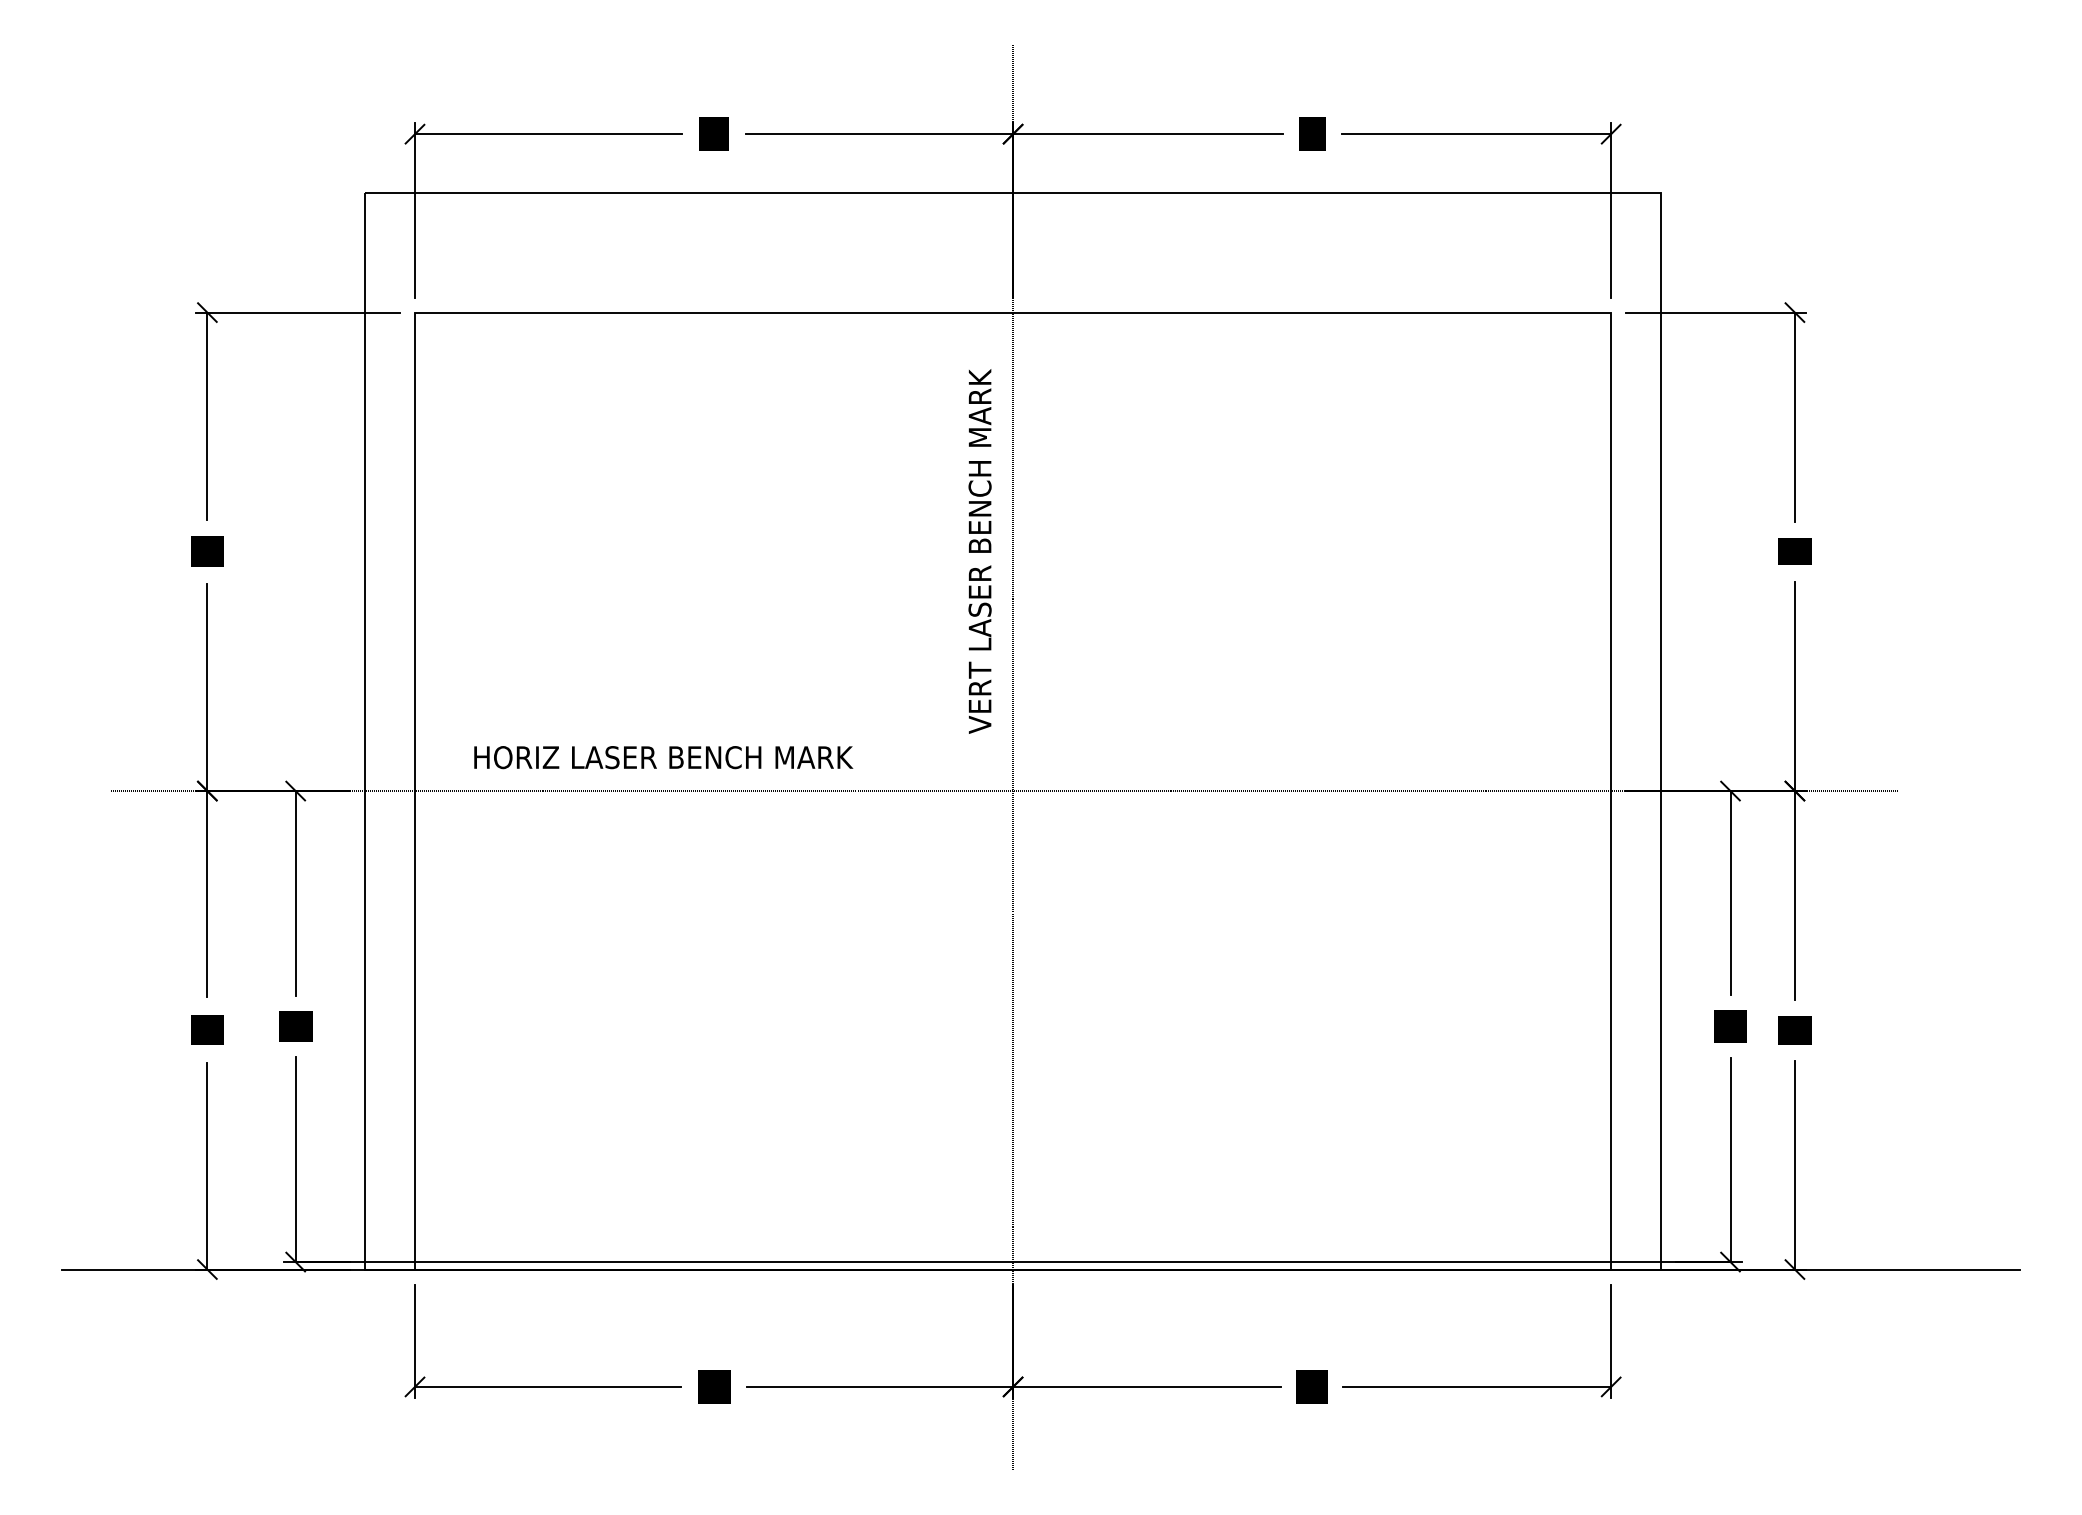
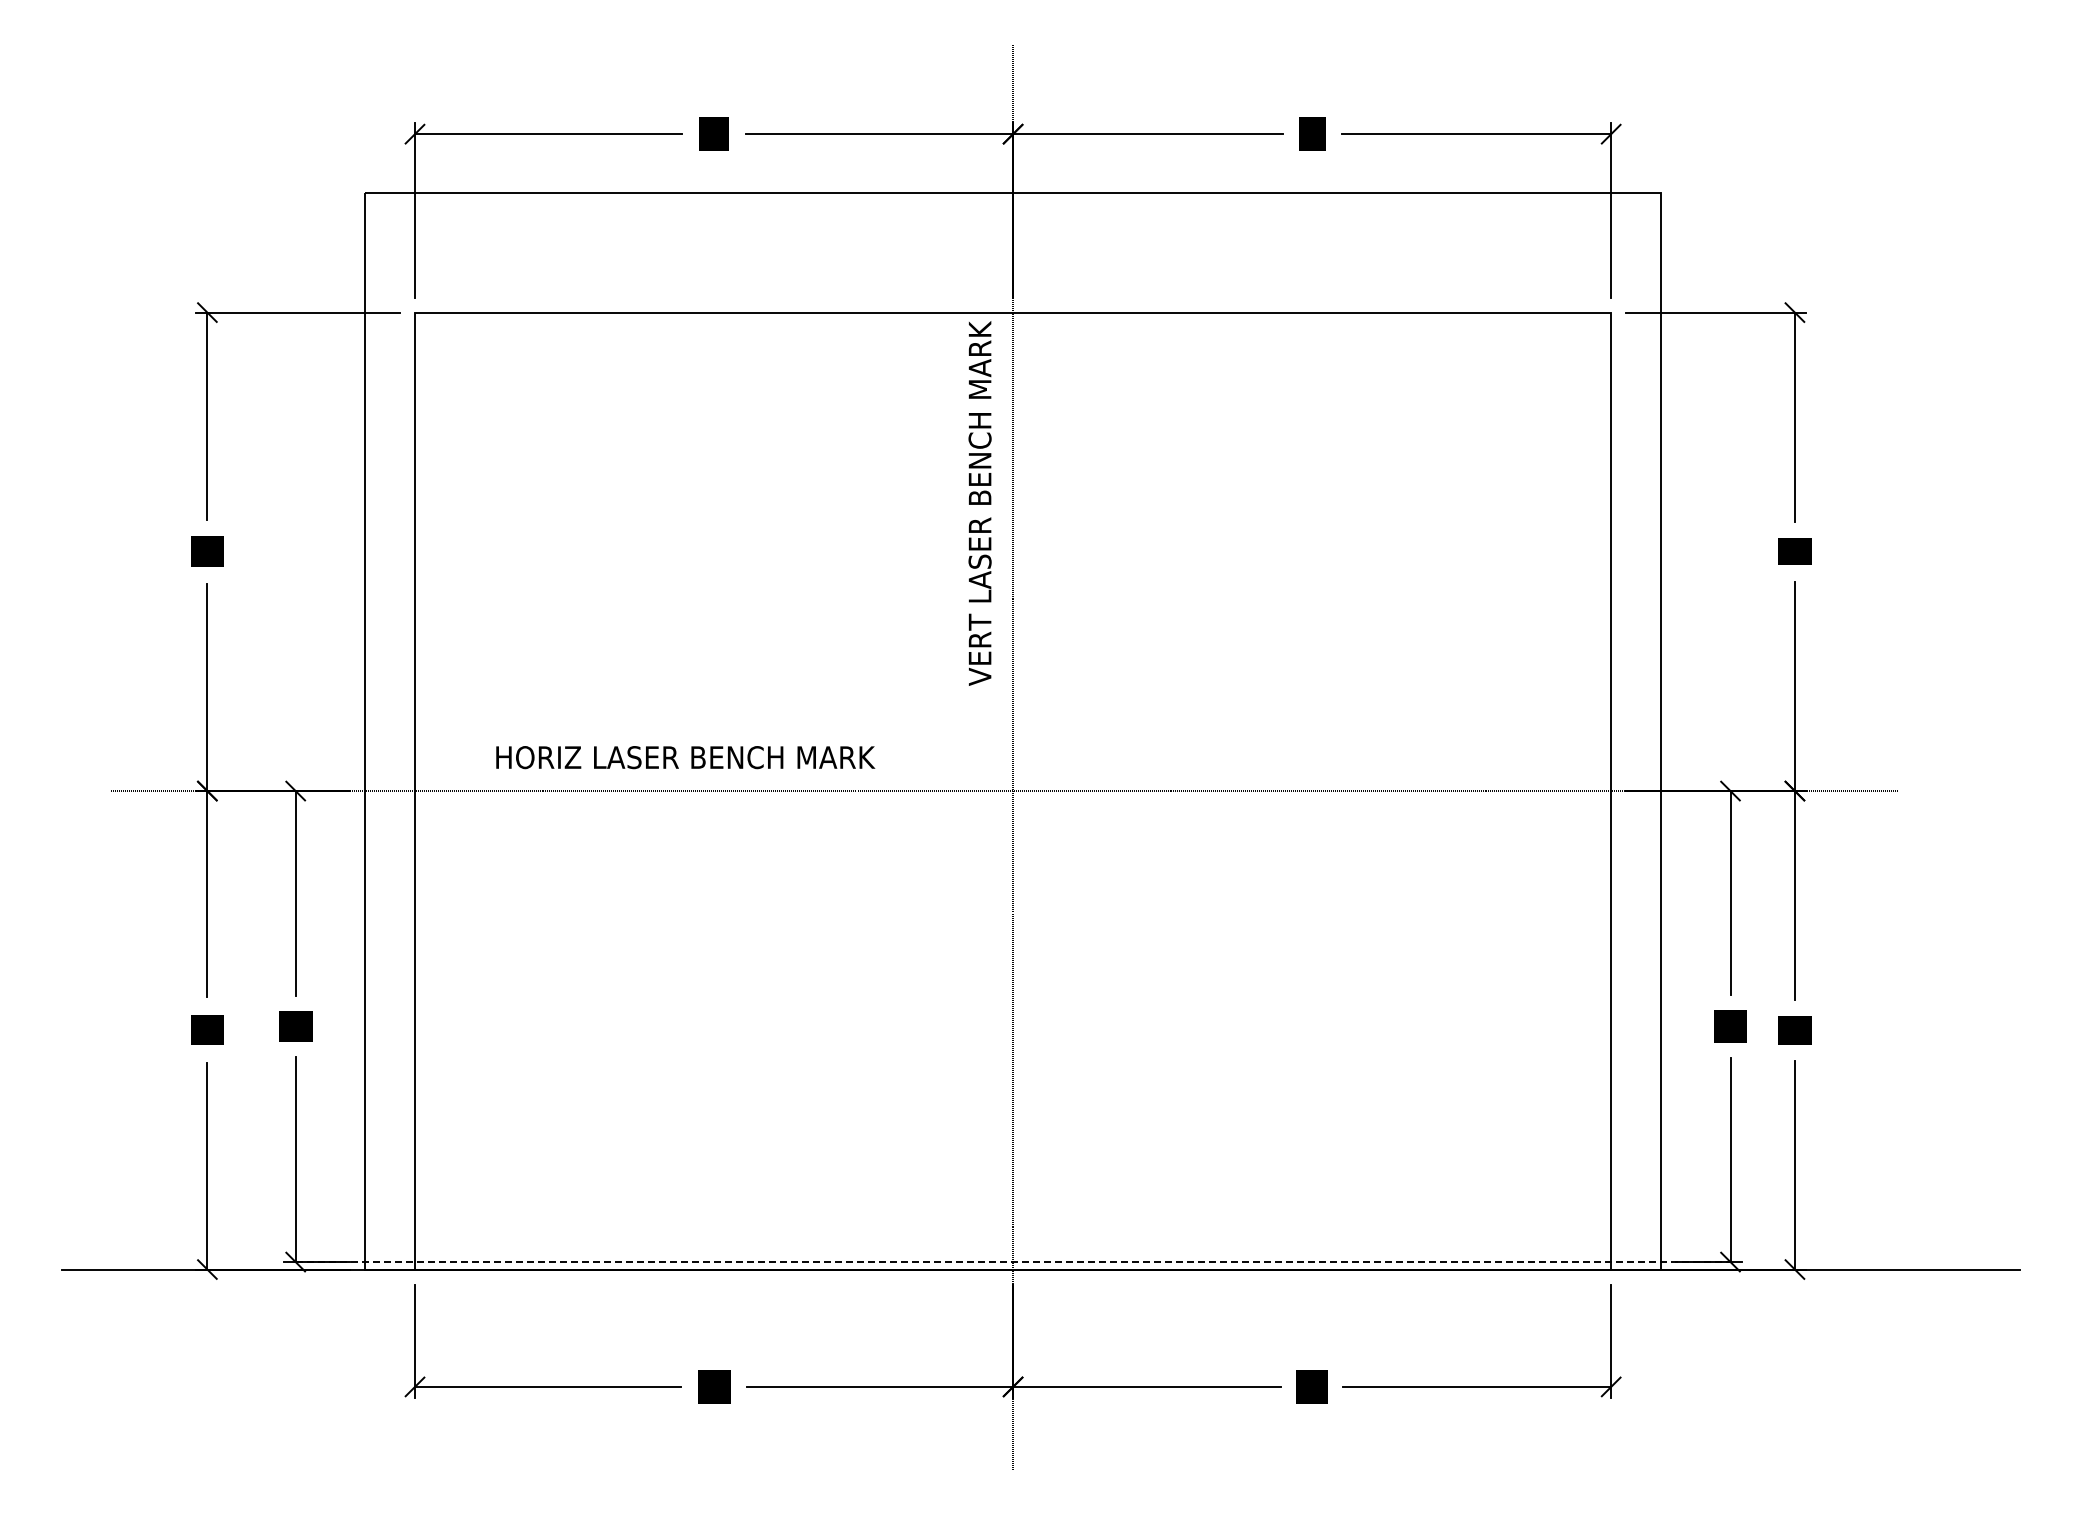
text at (979, 551) position: (979, 551) -> (979, 503)
text at (663, 757) position: (663, 757) -> (685, 757)
line at (1013, 1262): solid -> dashed
